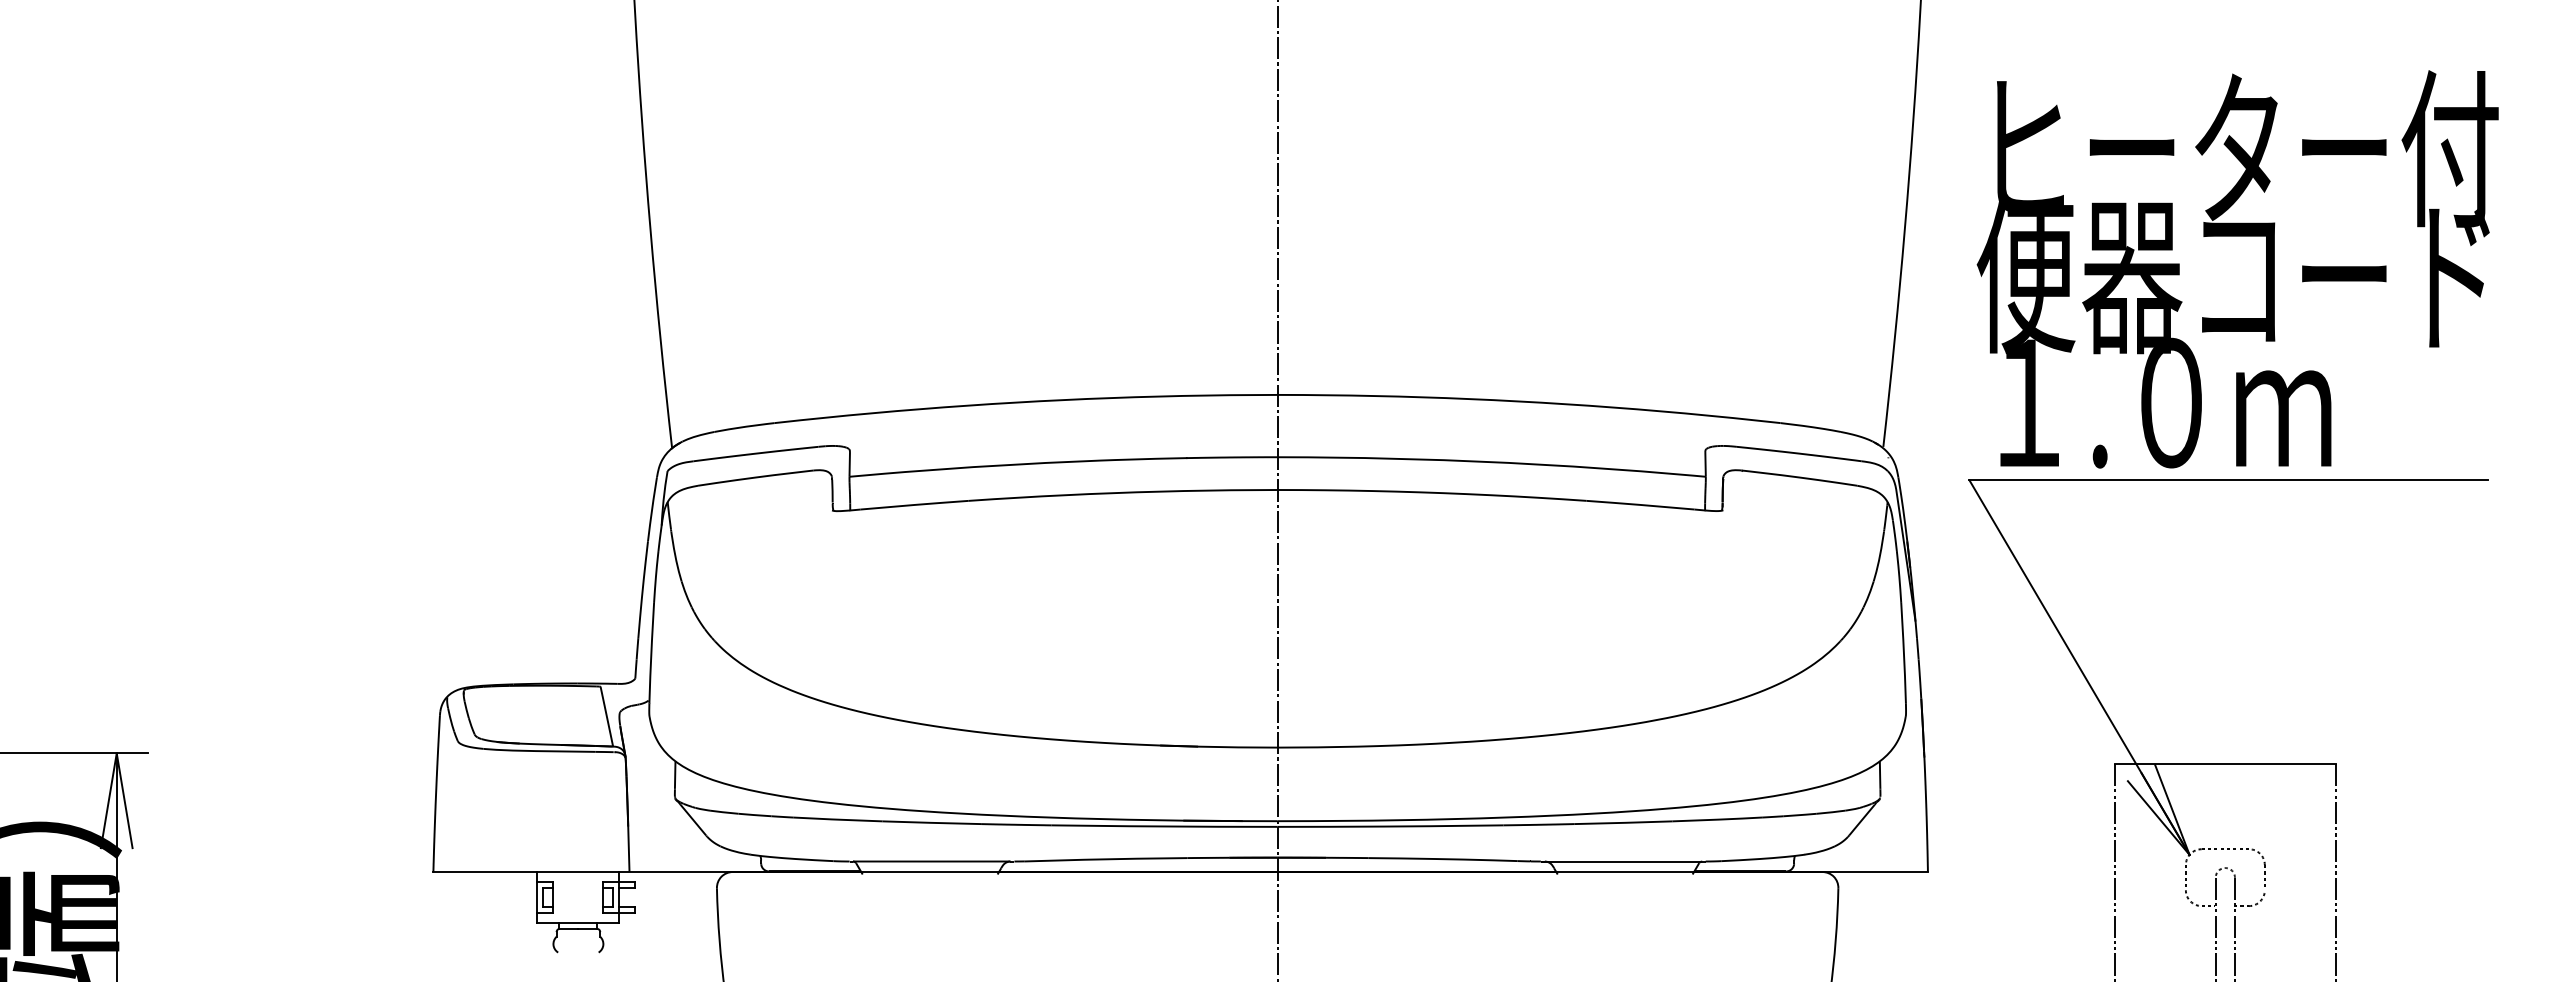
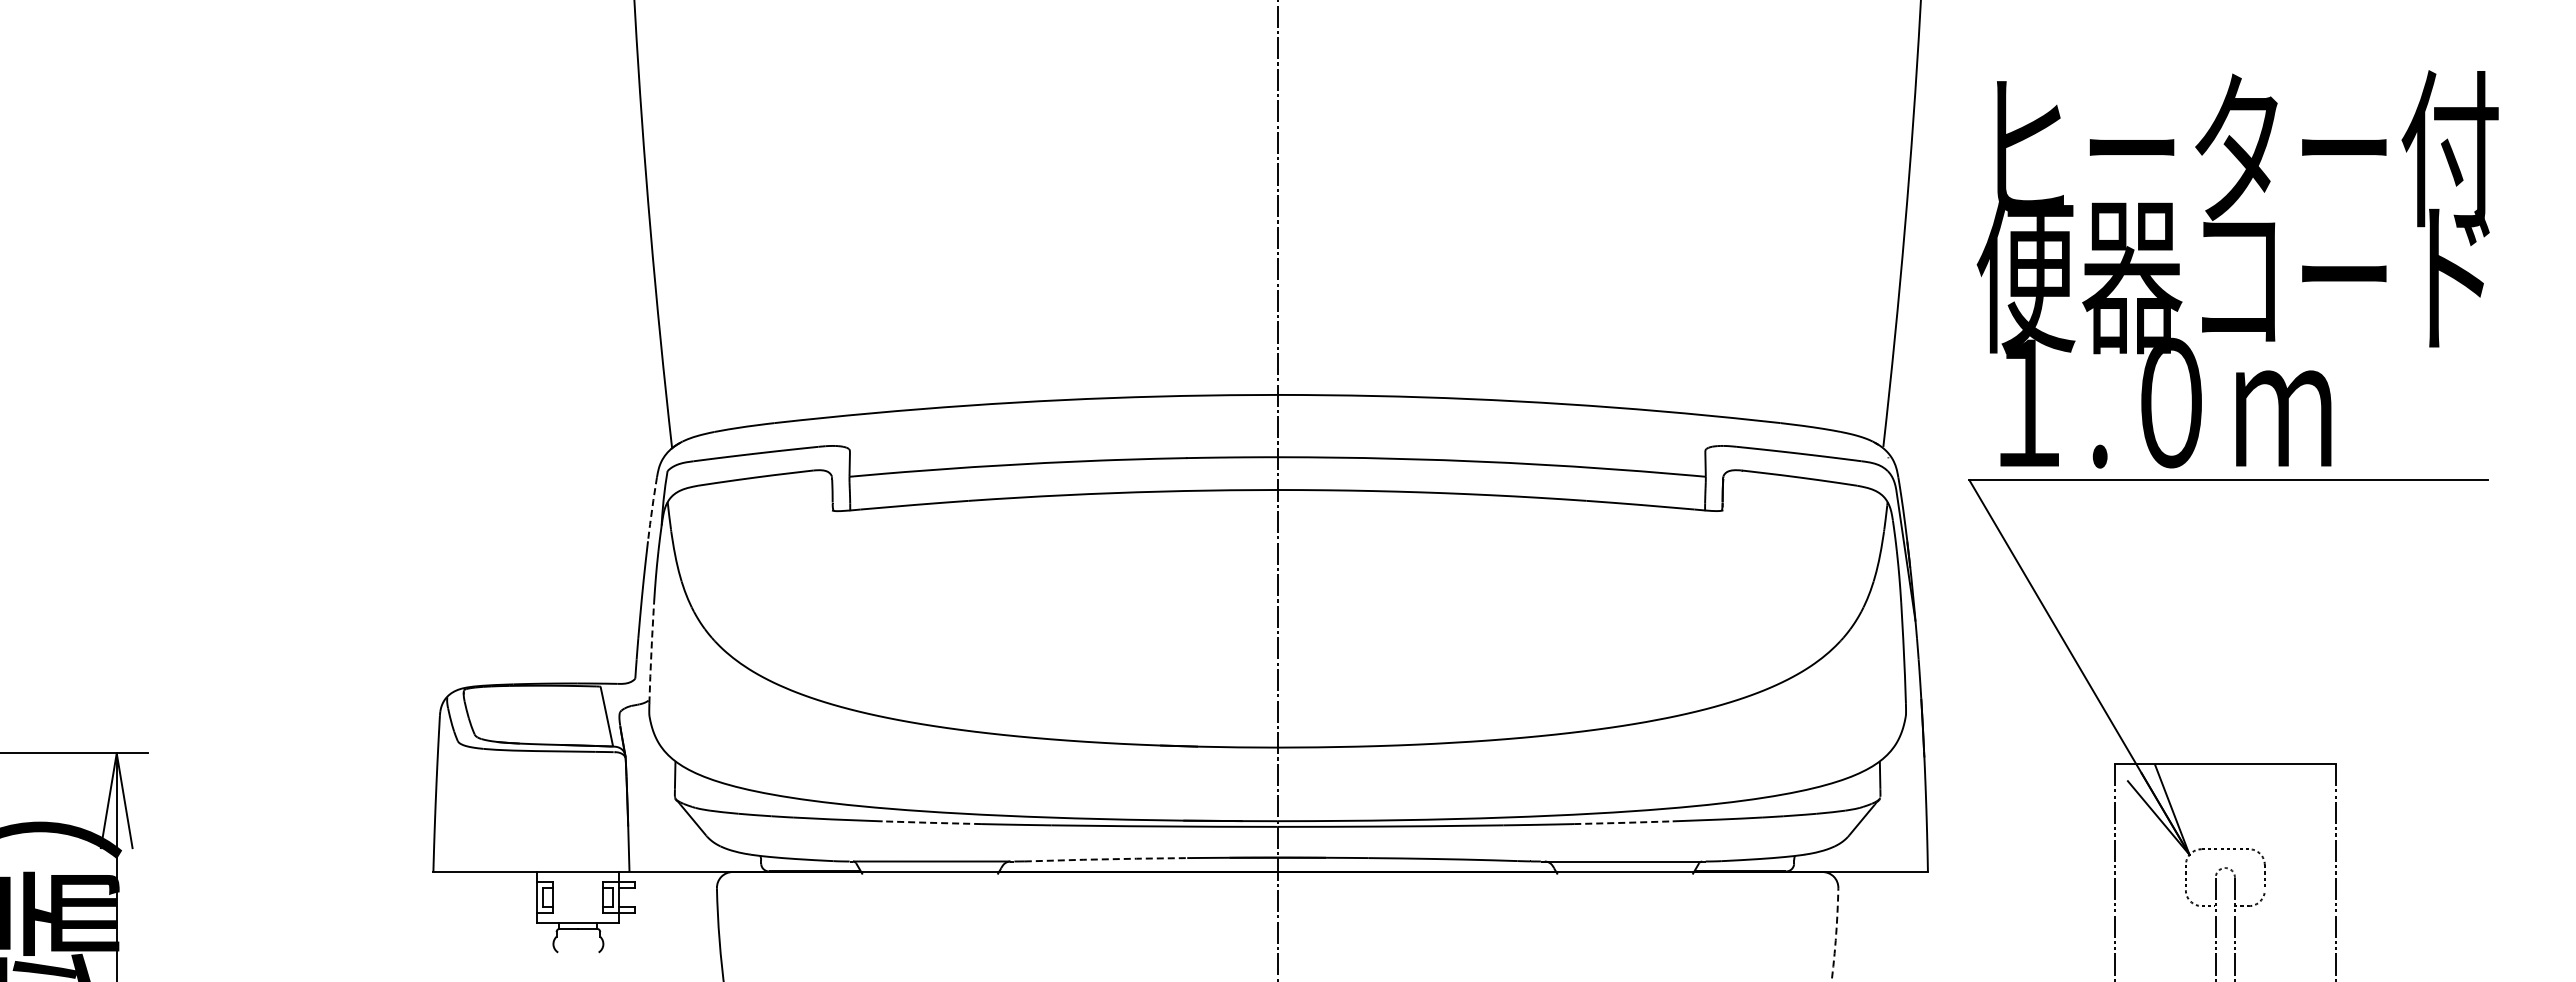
line at (652, 508): solid -> dashed
line at (651, 652): solid -> dashed
line at (930, 822): solid -> dashed
line at (1623, 822): solid -> dashed
line at (1105, 859): solid -> dashed
arc at (1836, 935): solid -> dashed
